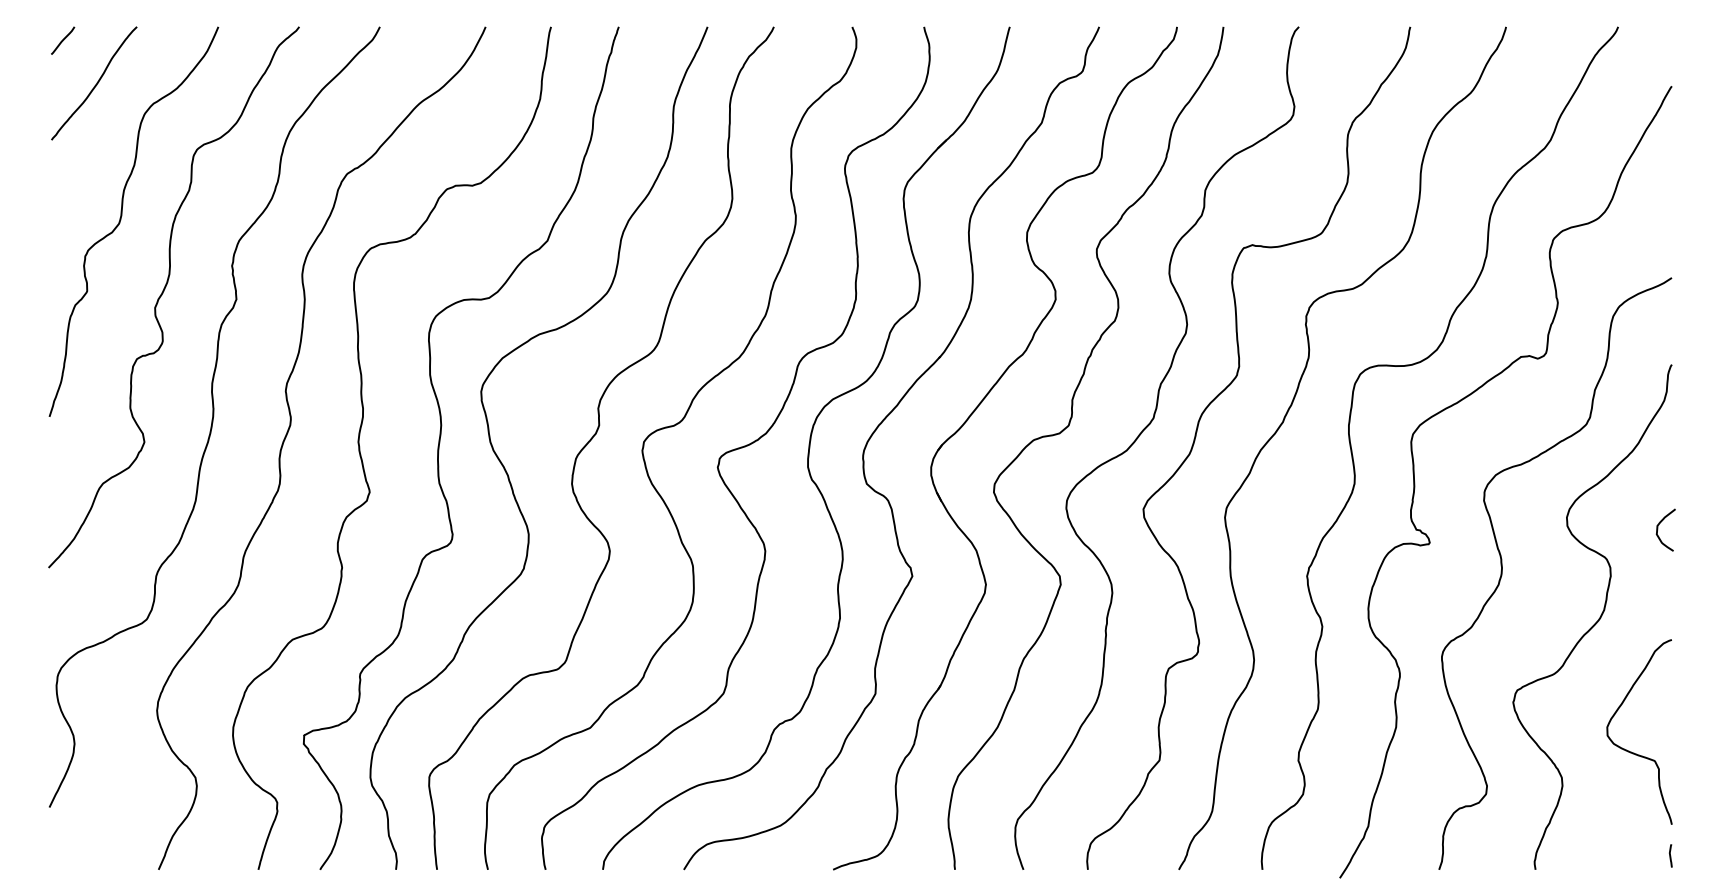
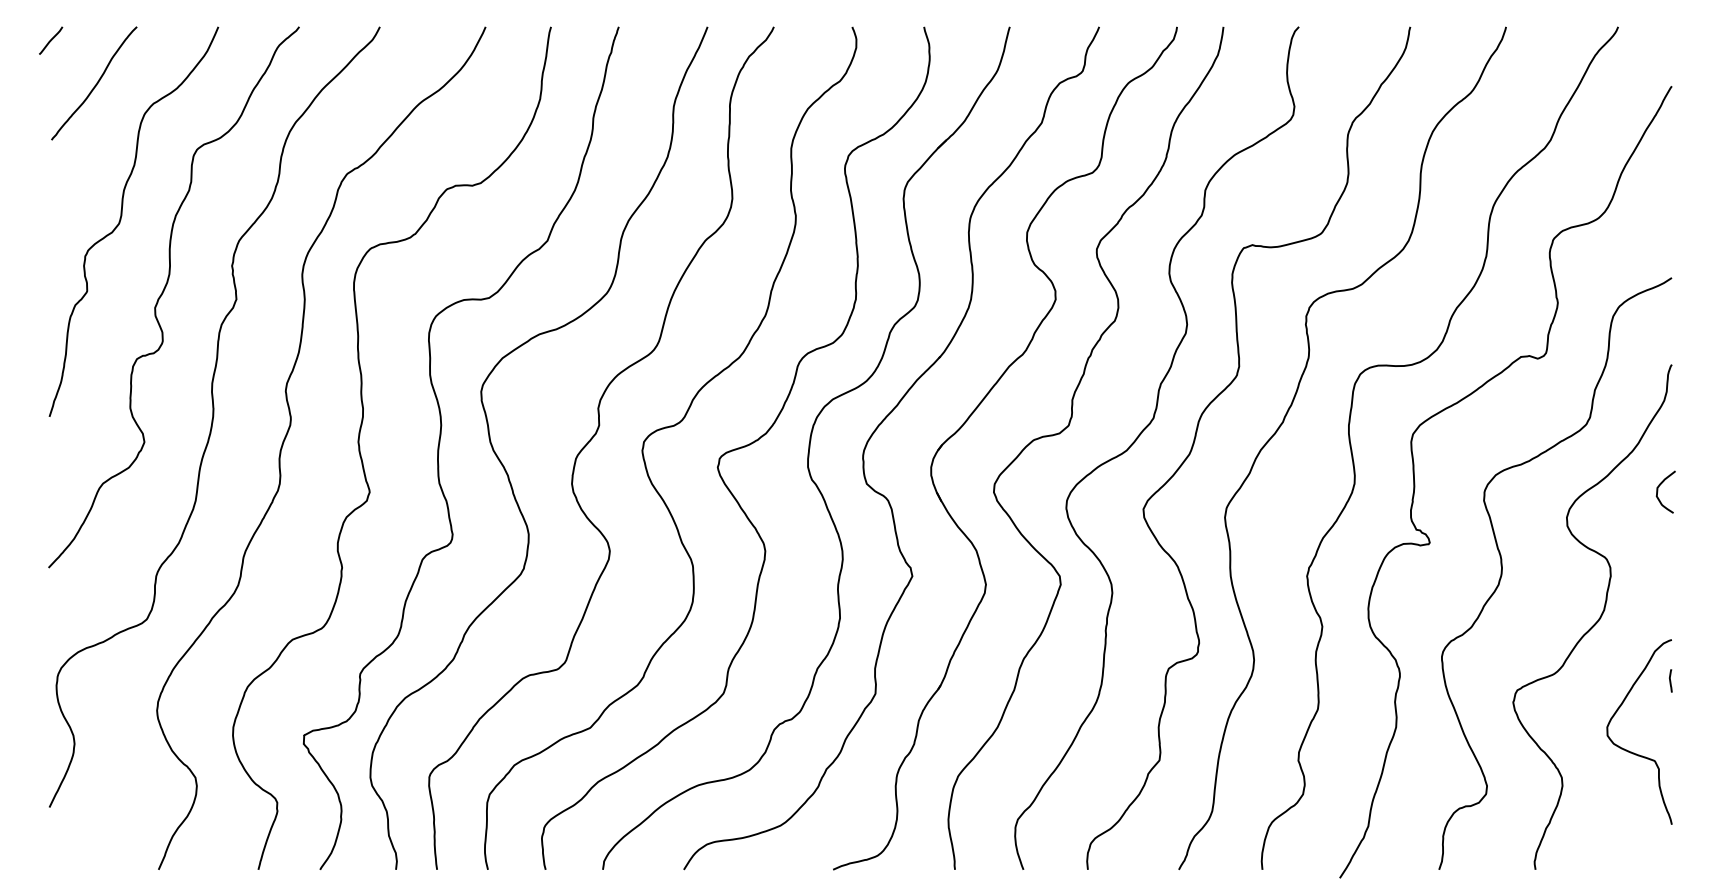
line at (63, 40) position: (63, 40) -> (51, 40)
curve at (1658, 529) position: (1658, 529) -> (1658, 491)
curve at (1670, 855) position: (1670, 855) -> (1670, 680)
